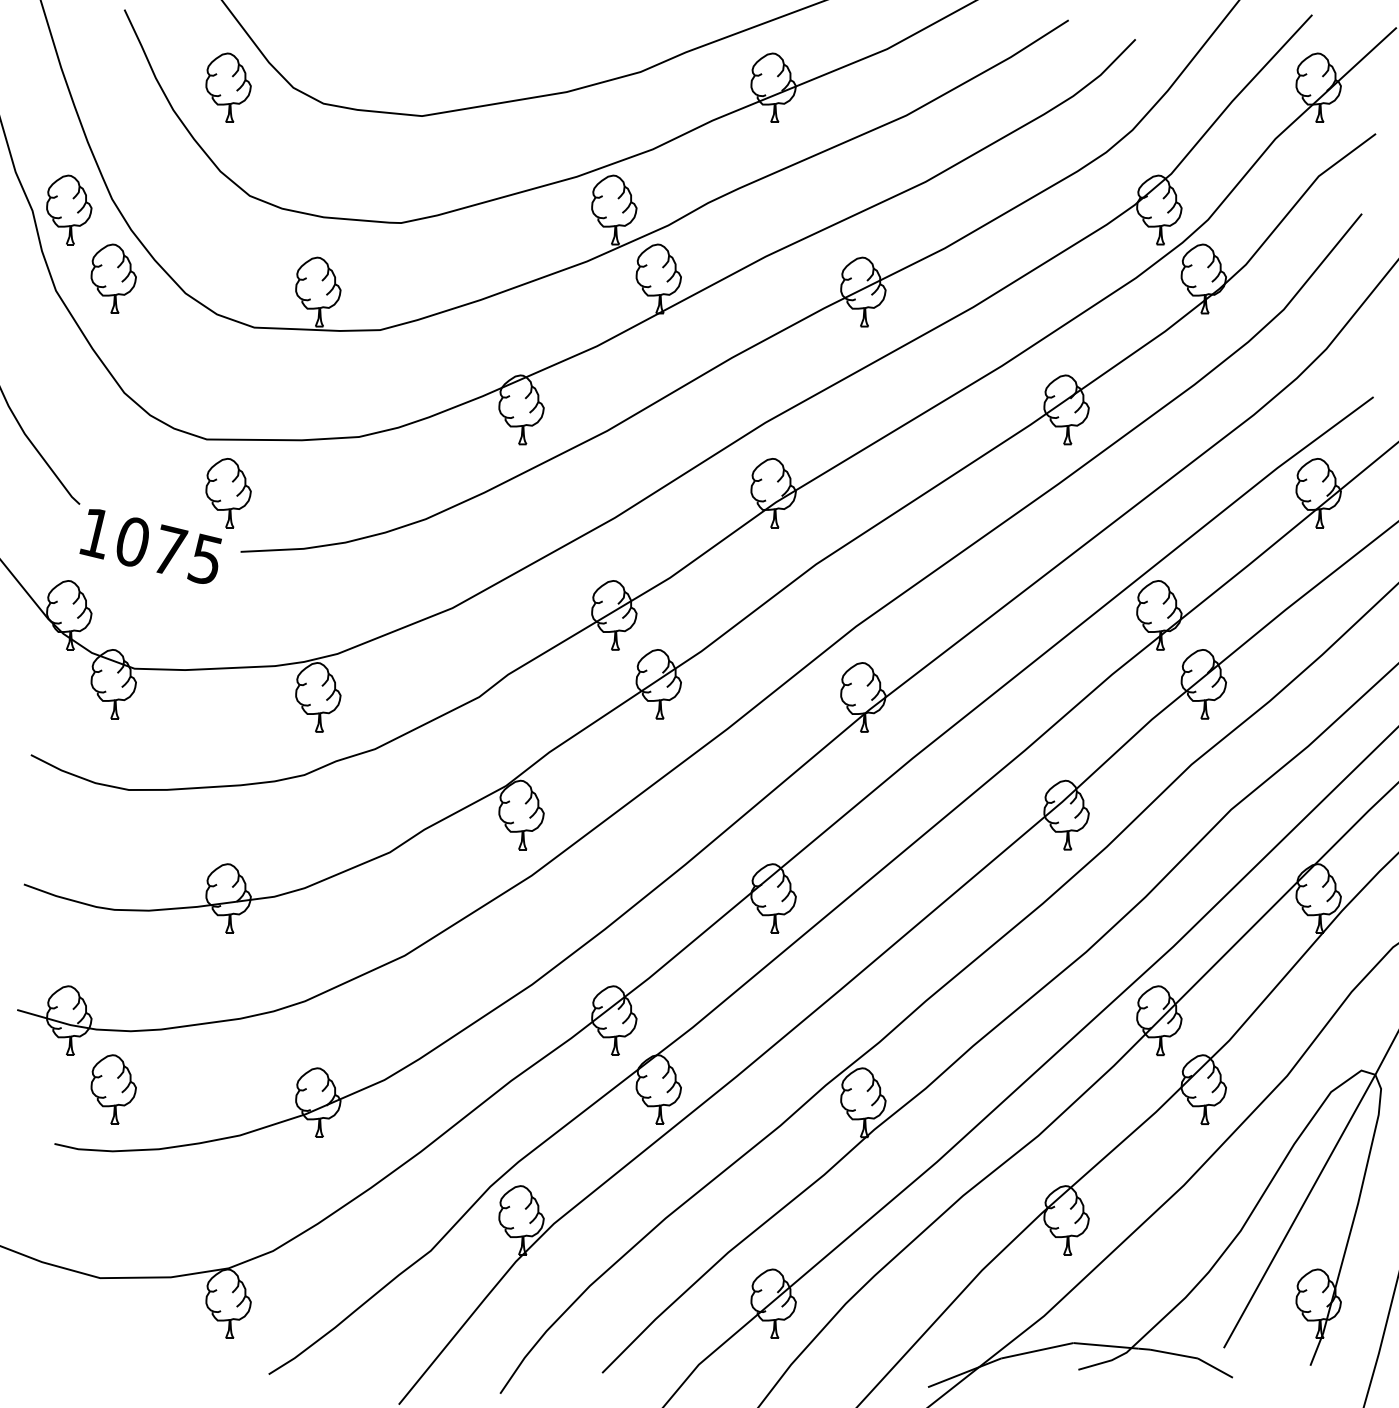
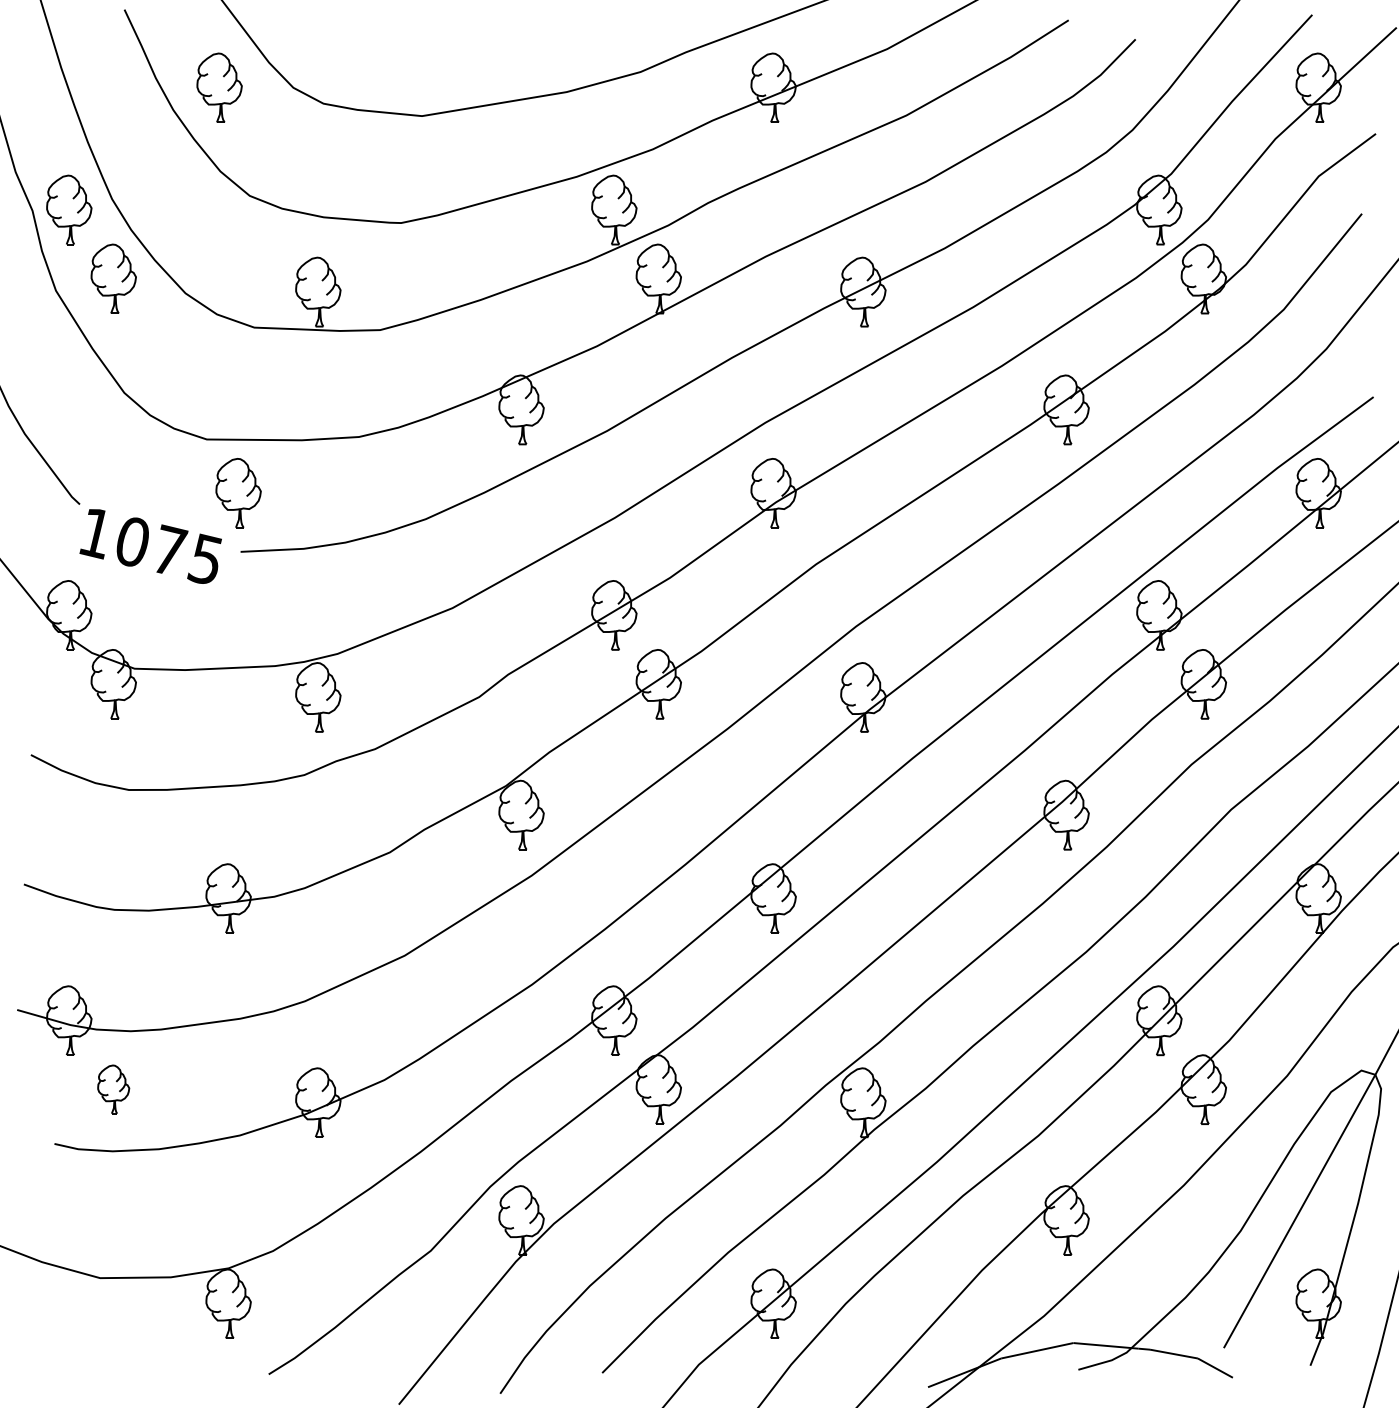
part at (228, 87) position: (228, 87) -> (219, 87)
part at (228, 493) position: (228, 493) -> (238, 493)
part at (113, 1089) size: 47x71 px -> 34x51 px
